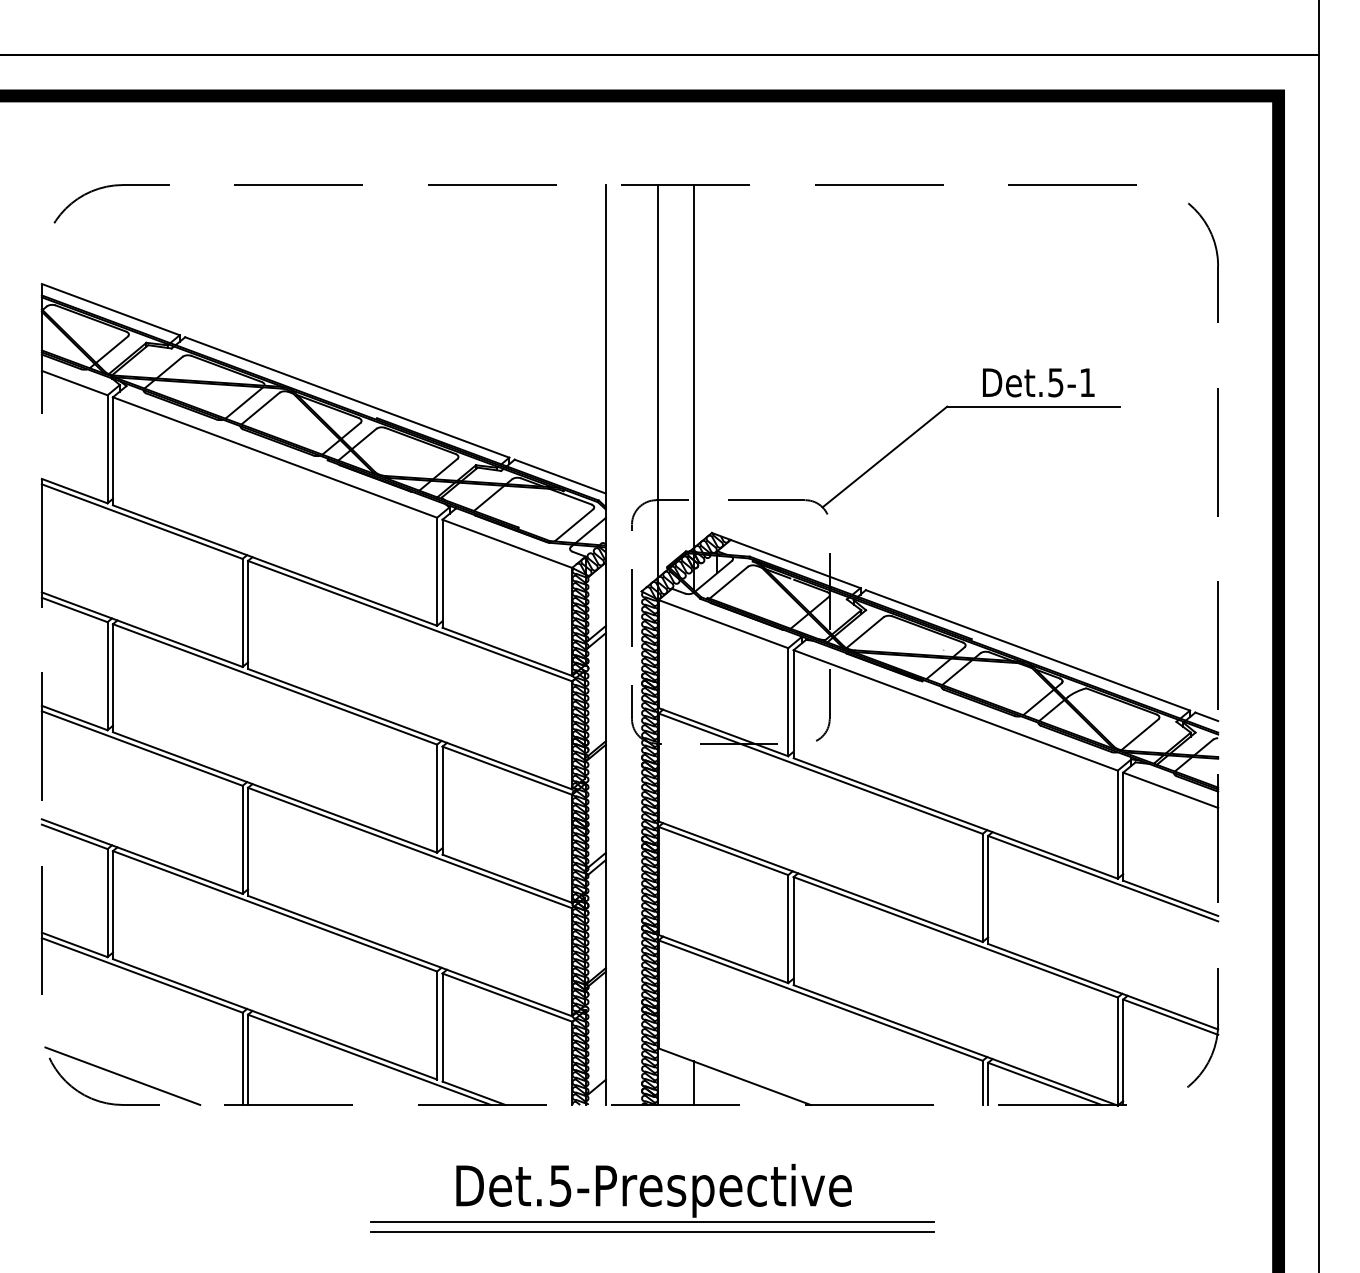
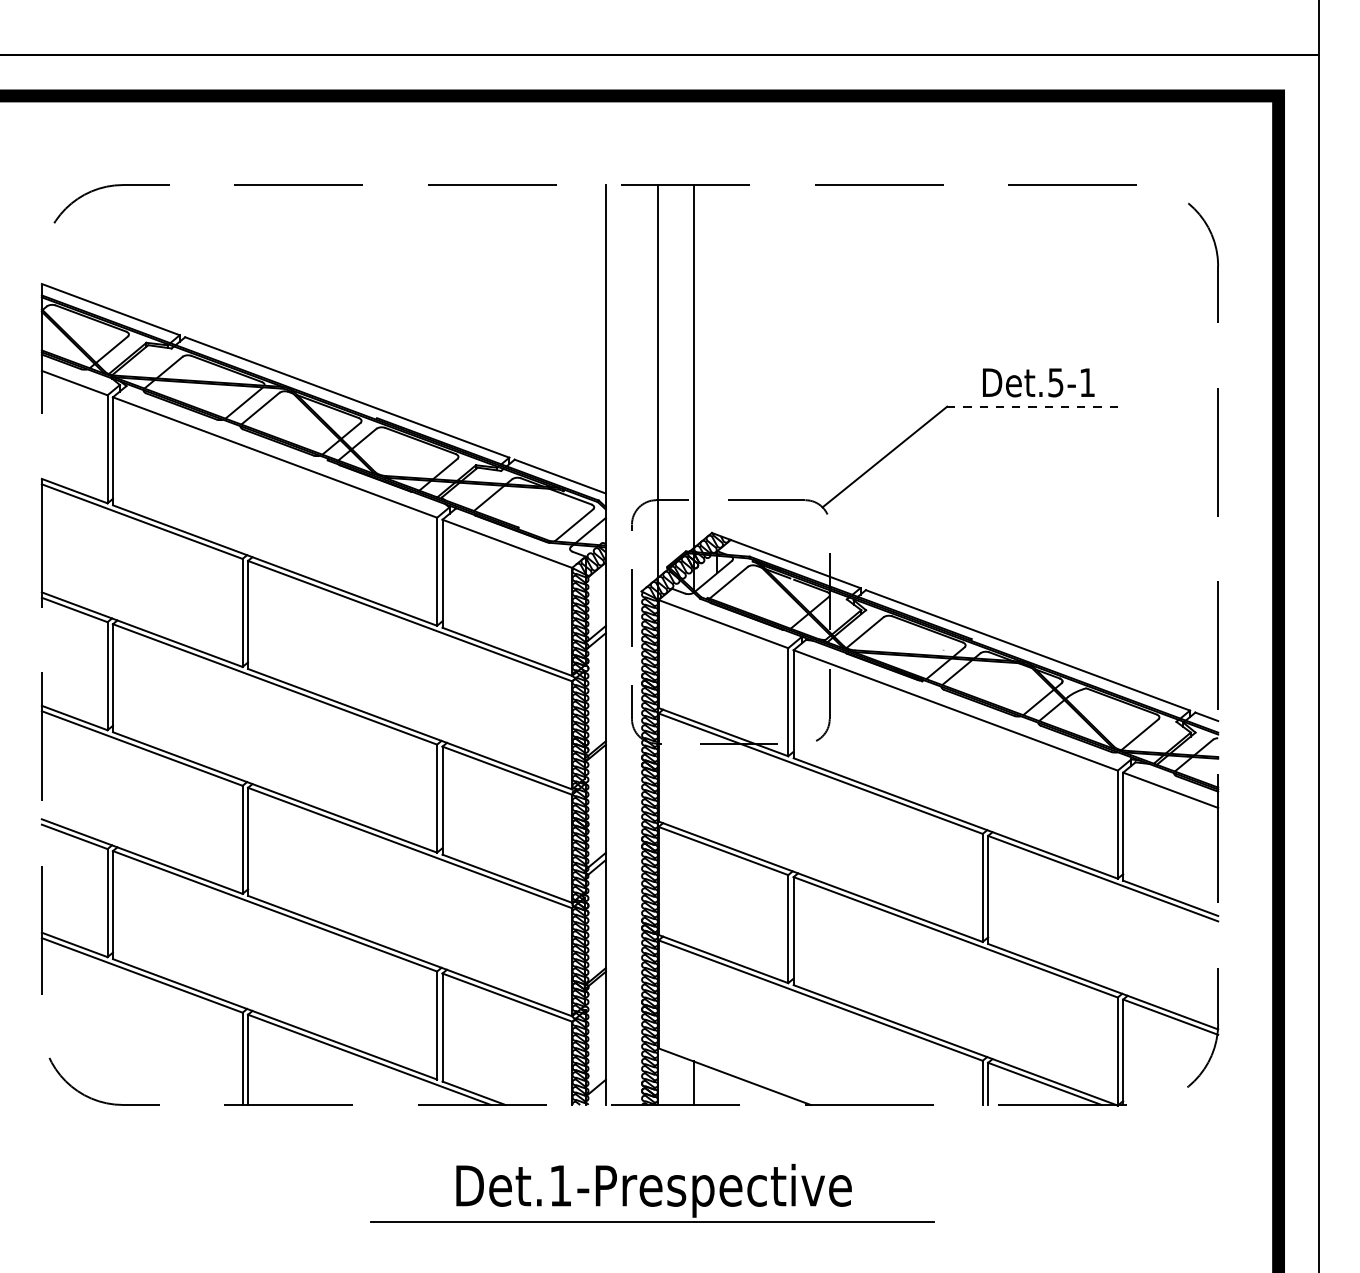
line at (1033, 406): solid -> dashed
line at (122, 1075): present -> none
text at (560, 1185): Det.5-Prespective -> Det.1-Prespective
line at (652, 1231): present -> none
